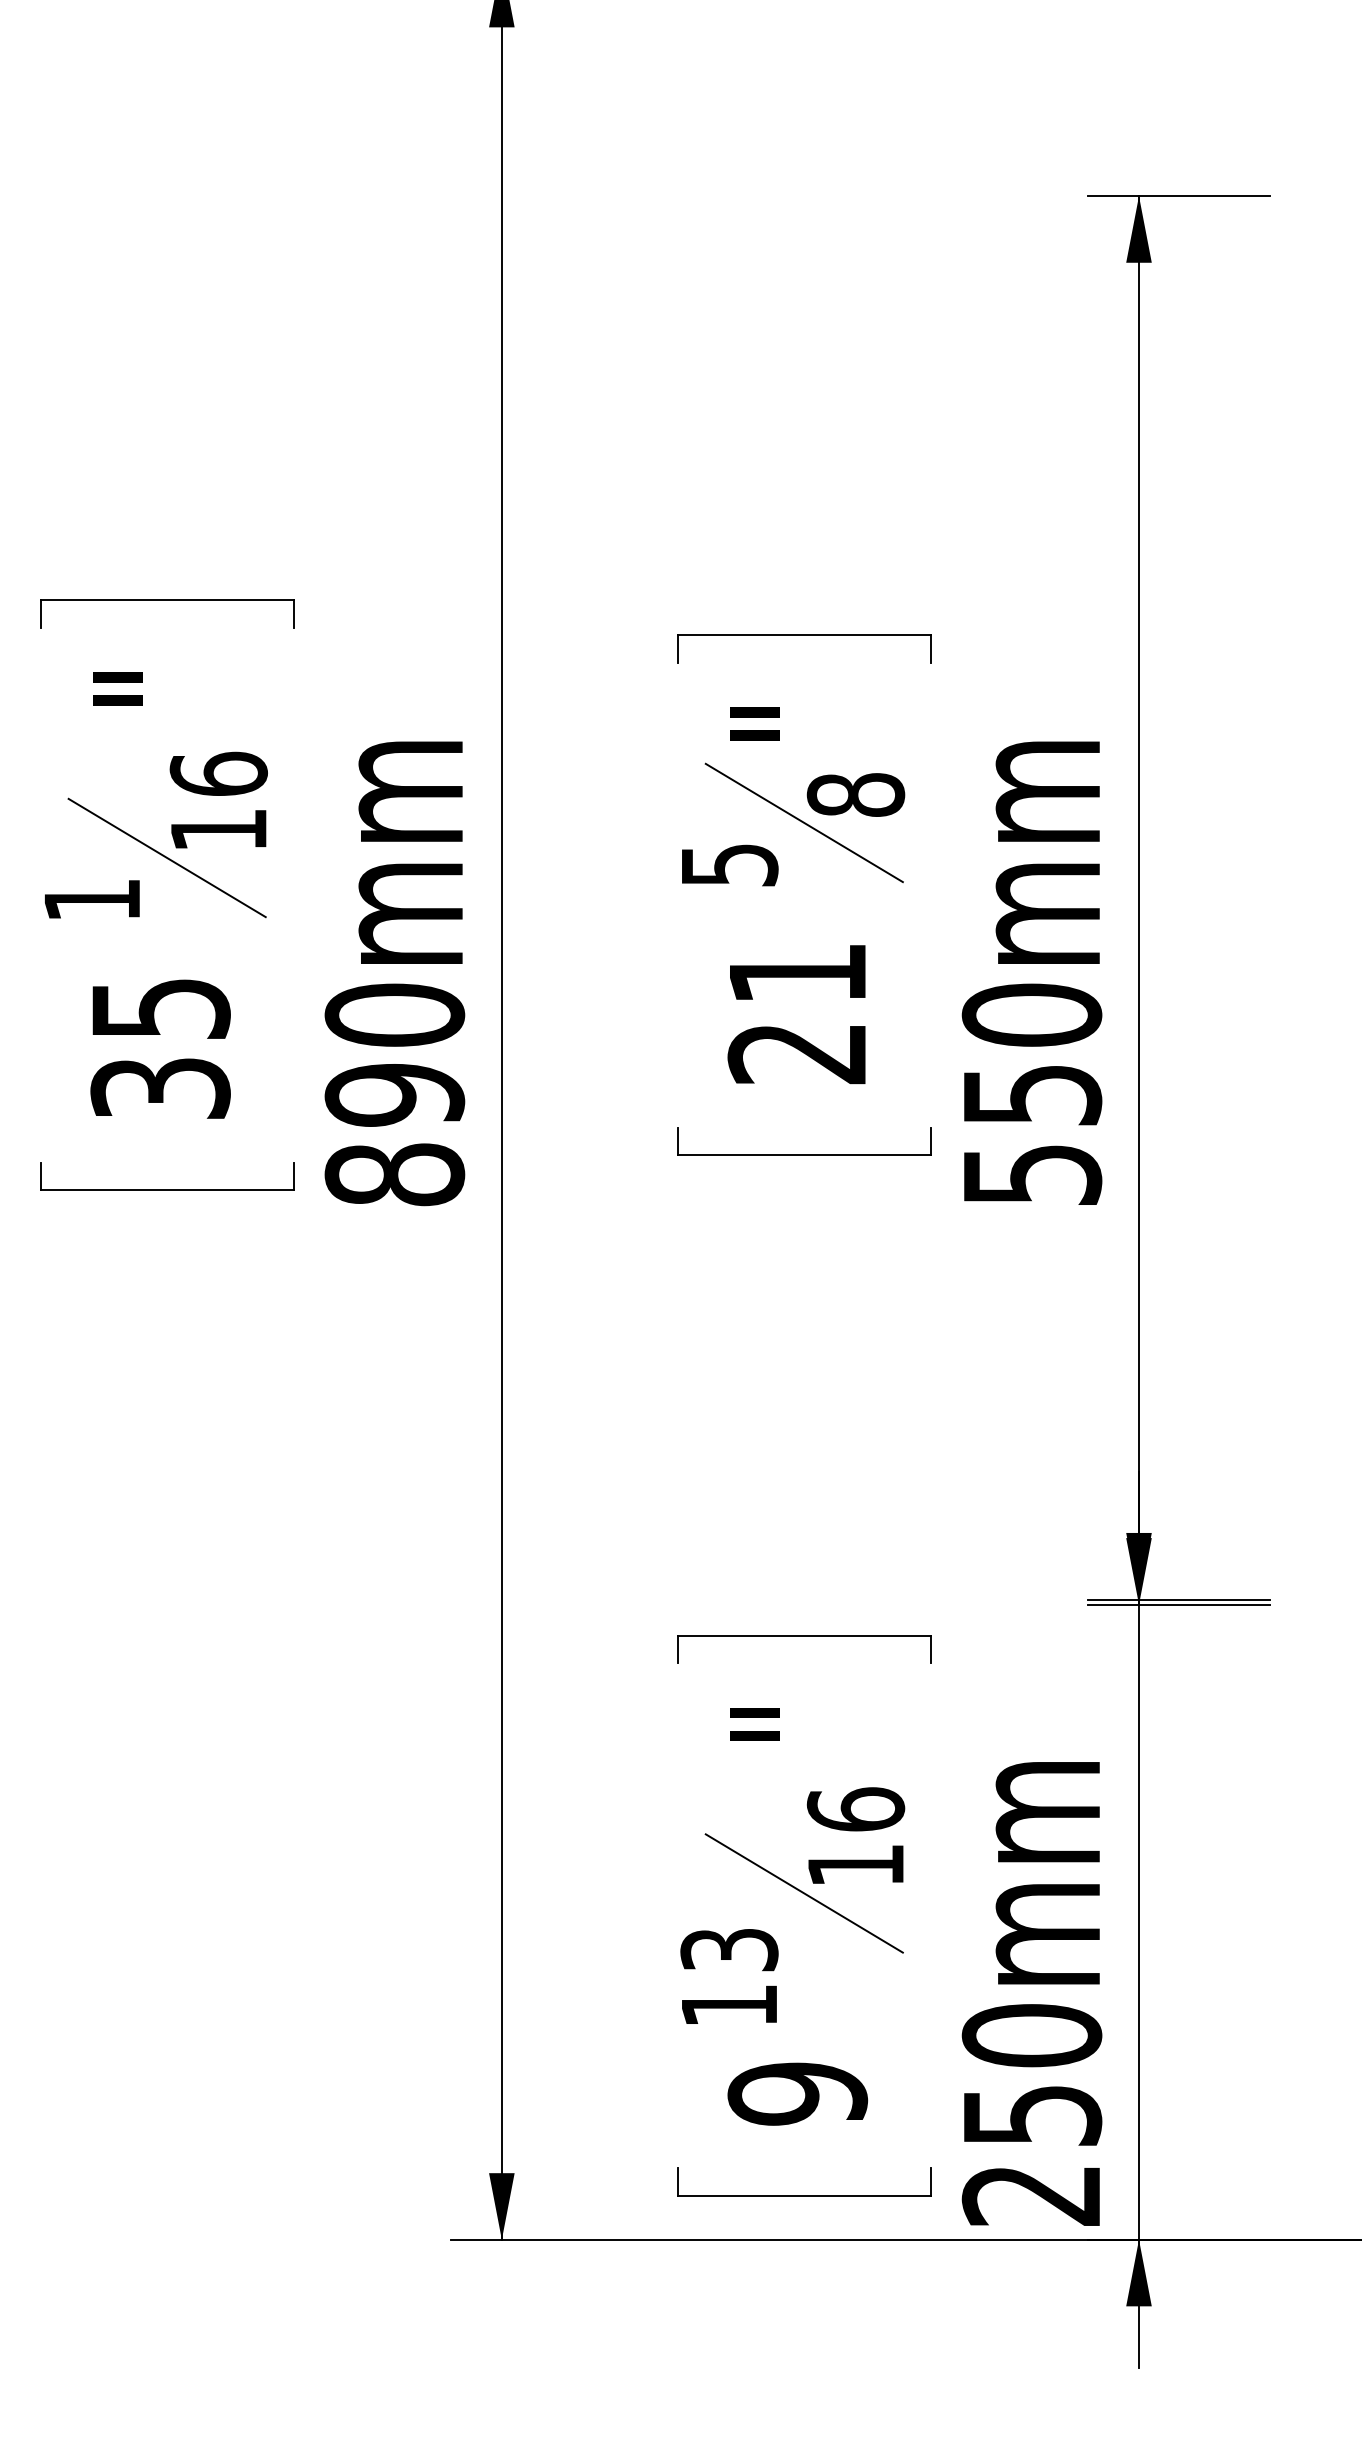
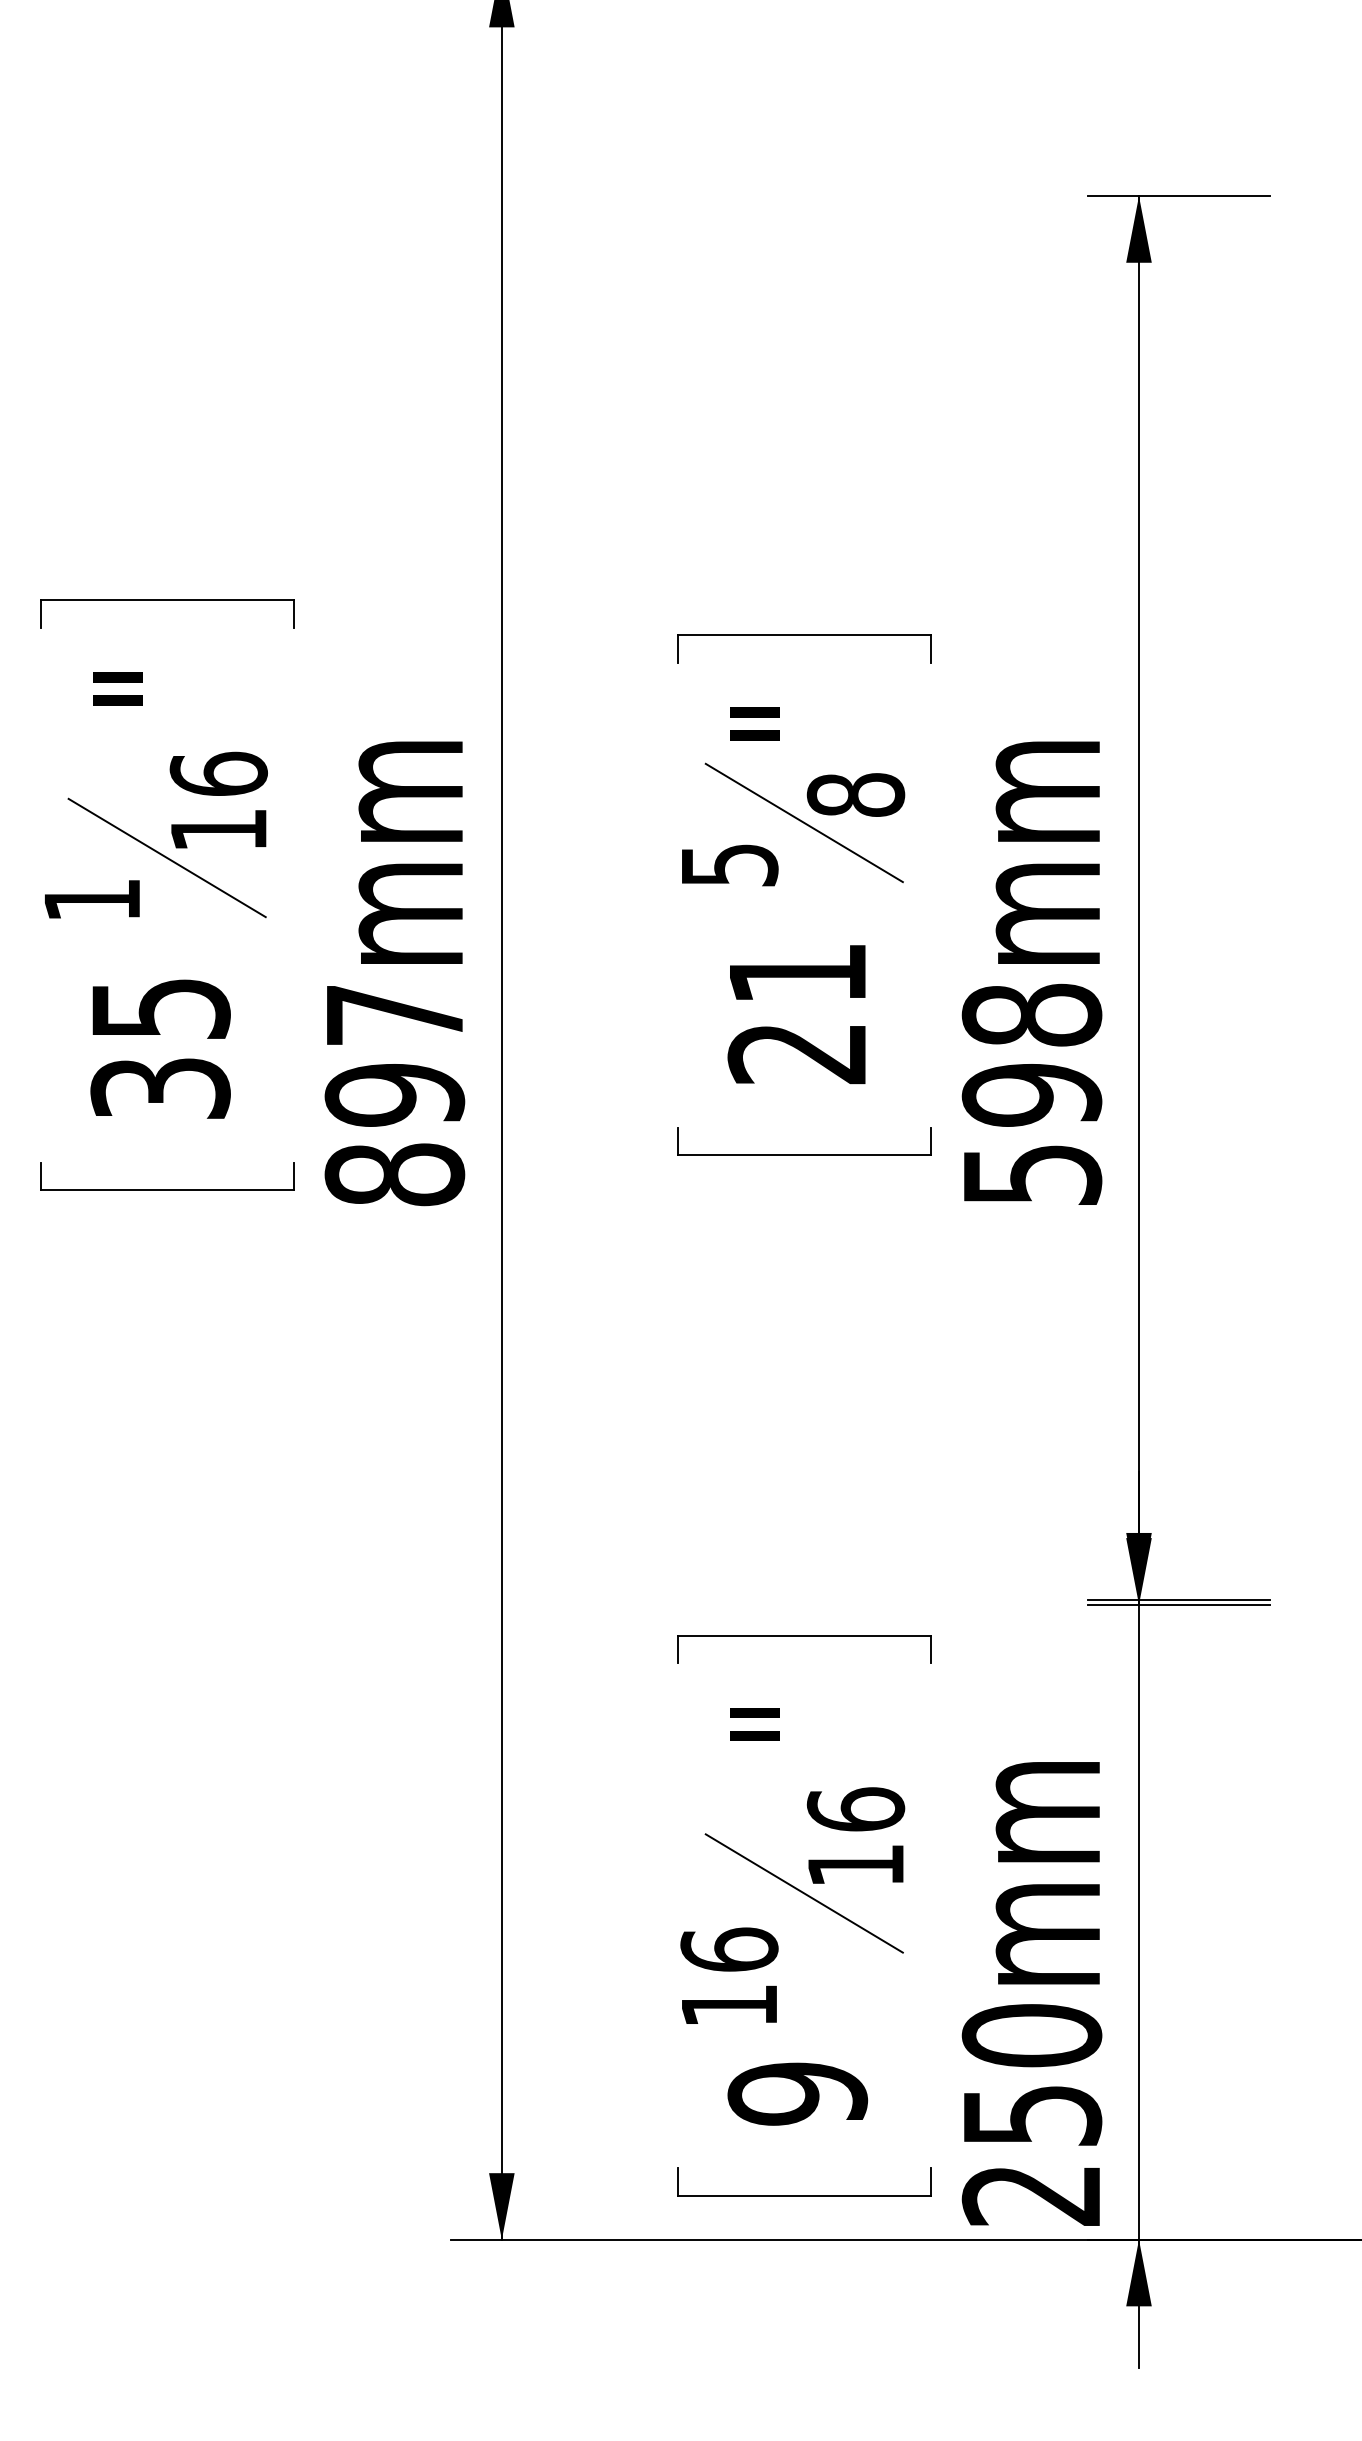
text at (394, 1014): 890mm -> 897mm
text at (1031, 1054): 550mm -> 598mm
text at (729, 1949): 13 -> 16
